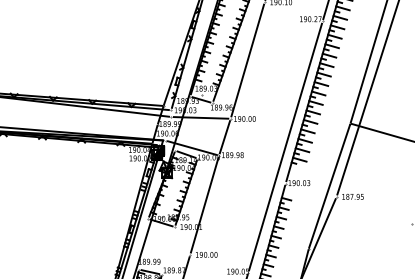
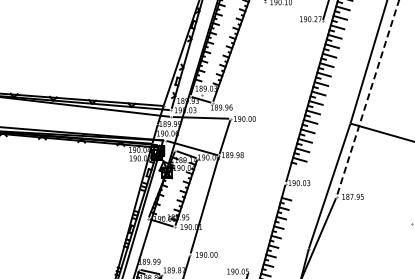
line at (247, 60): present -> none
line at (368, 97): solid -> dashed
line at (285, 146): present -> none
